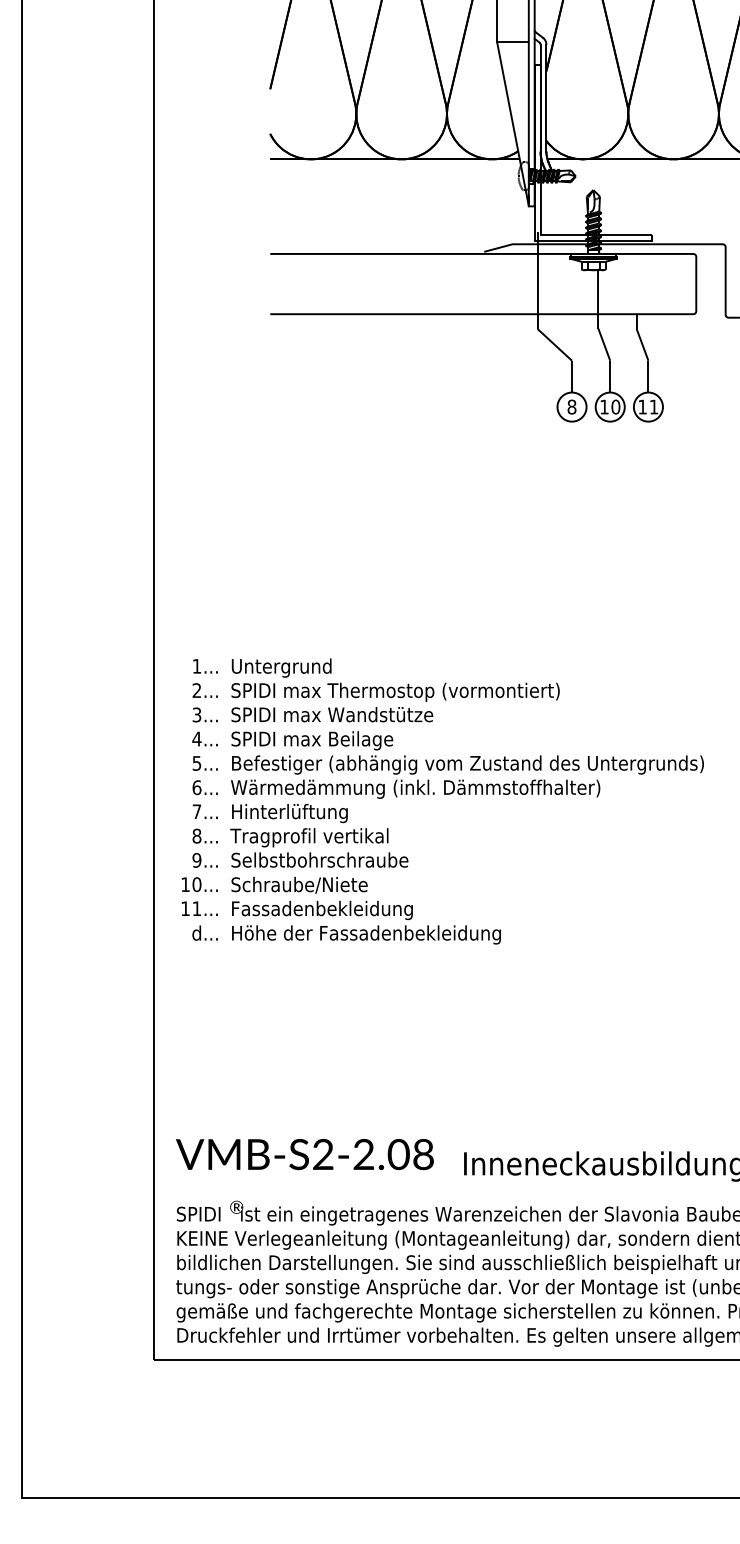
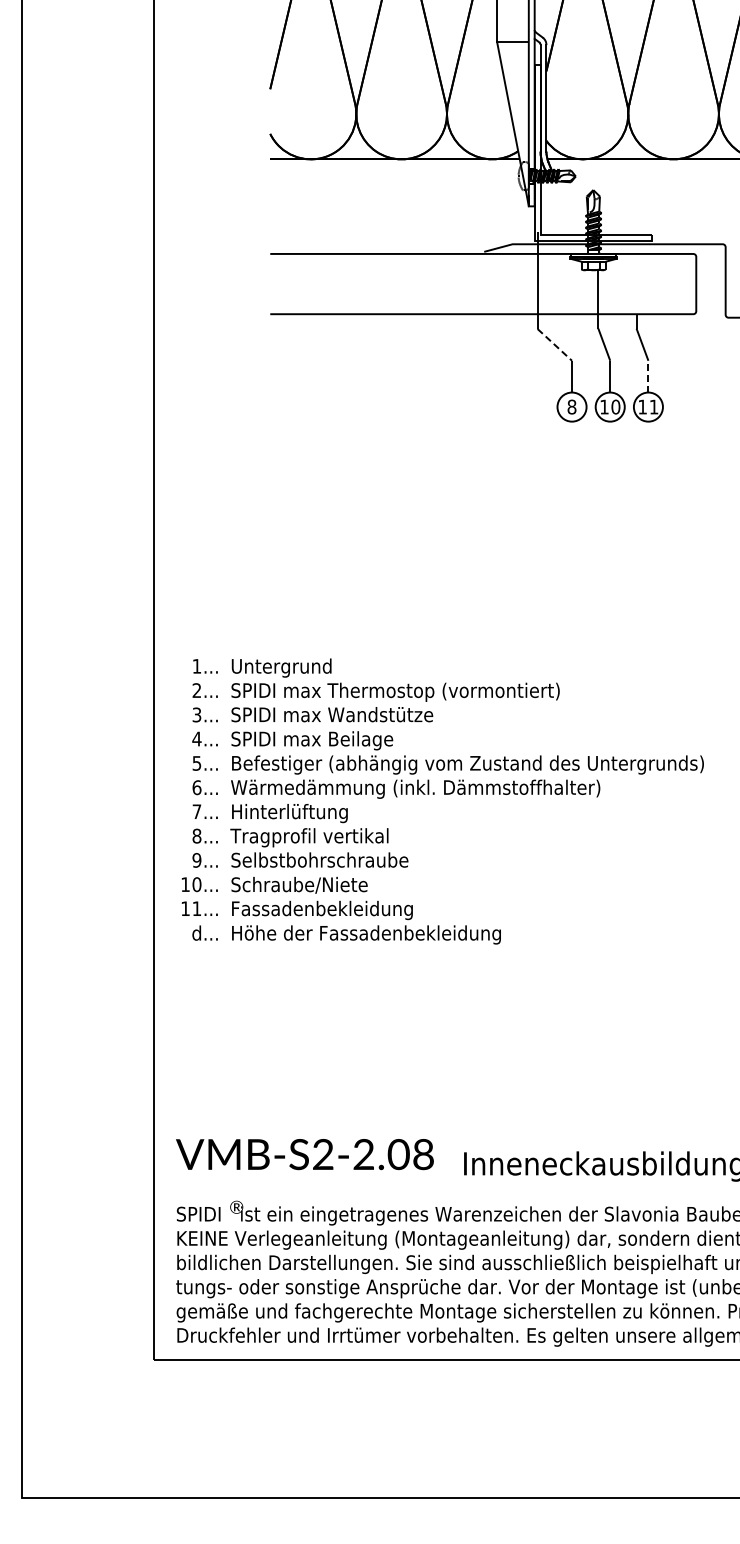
line at (555, 345): solid -> dashed
line at (648, 376): solid -> dashed
